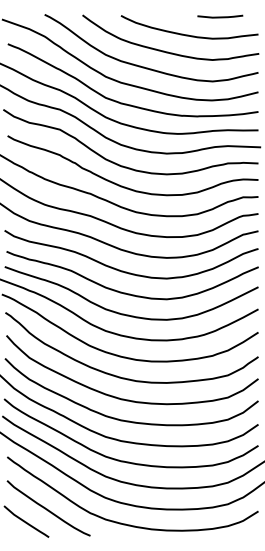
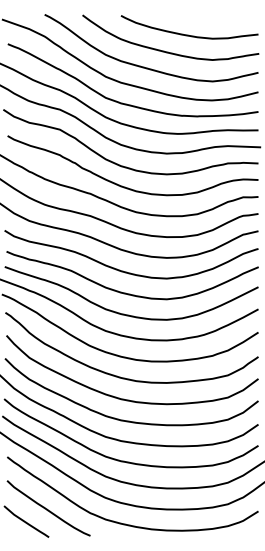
line at (220, 16): present -> none
